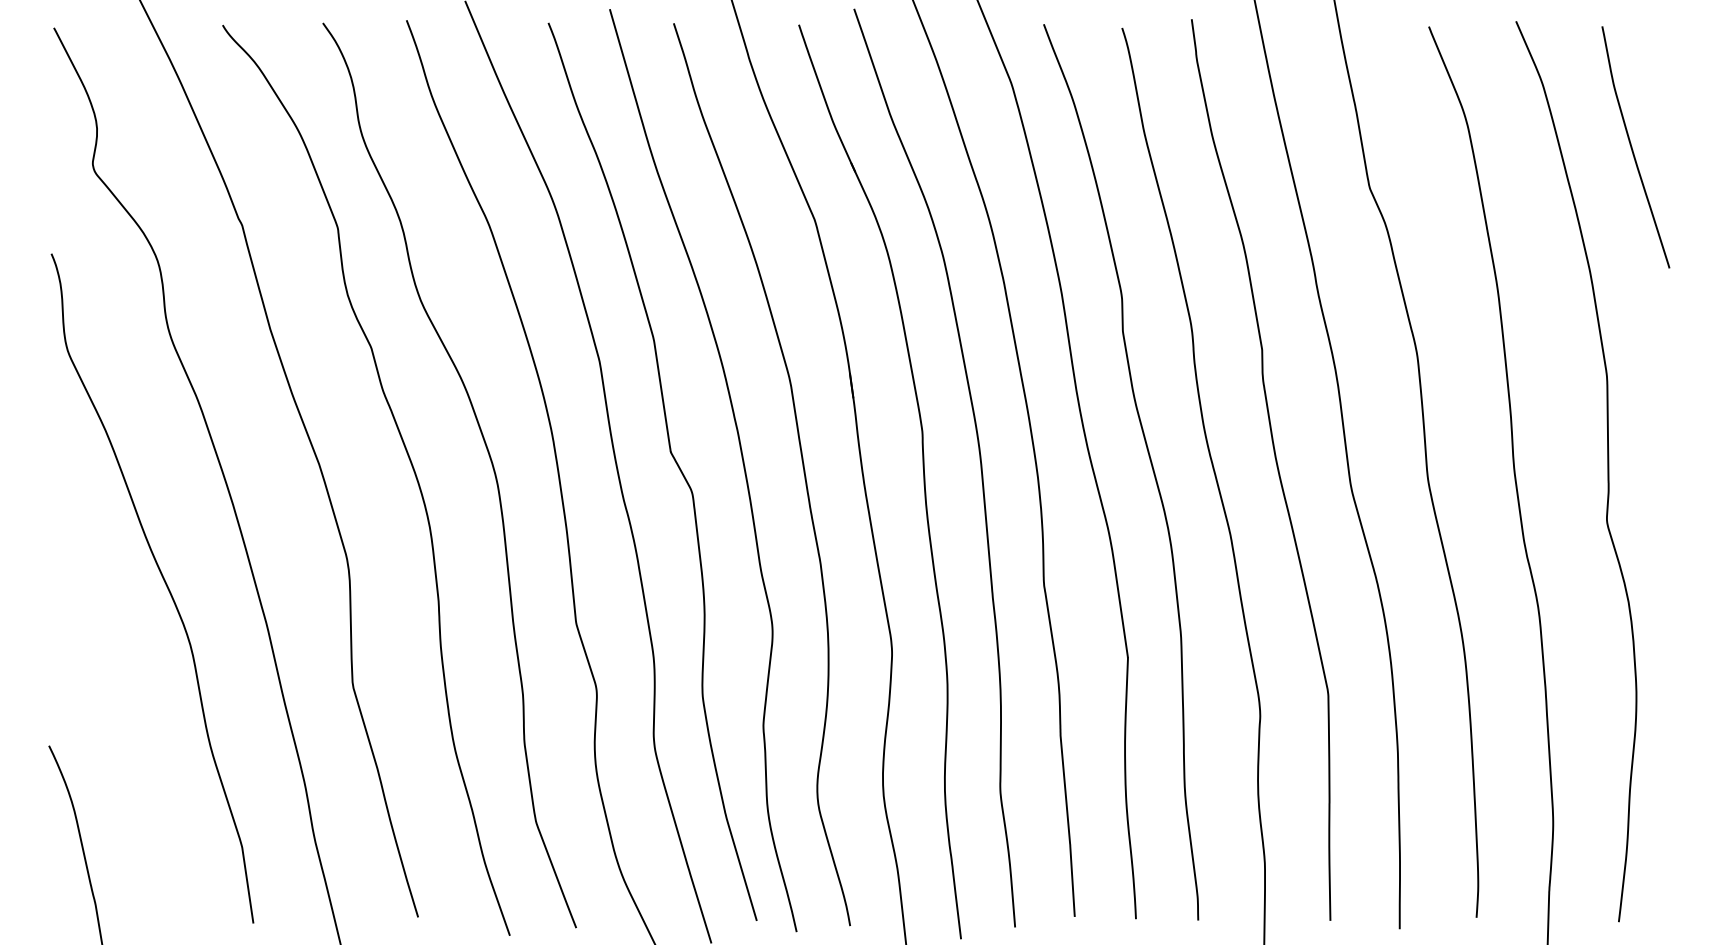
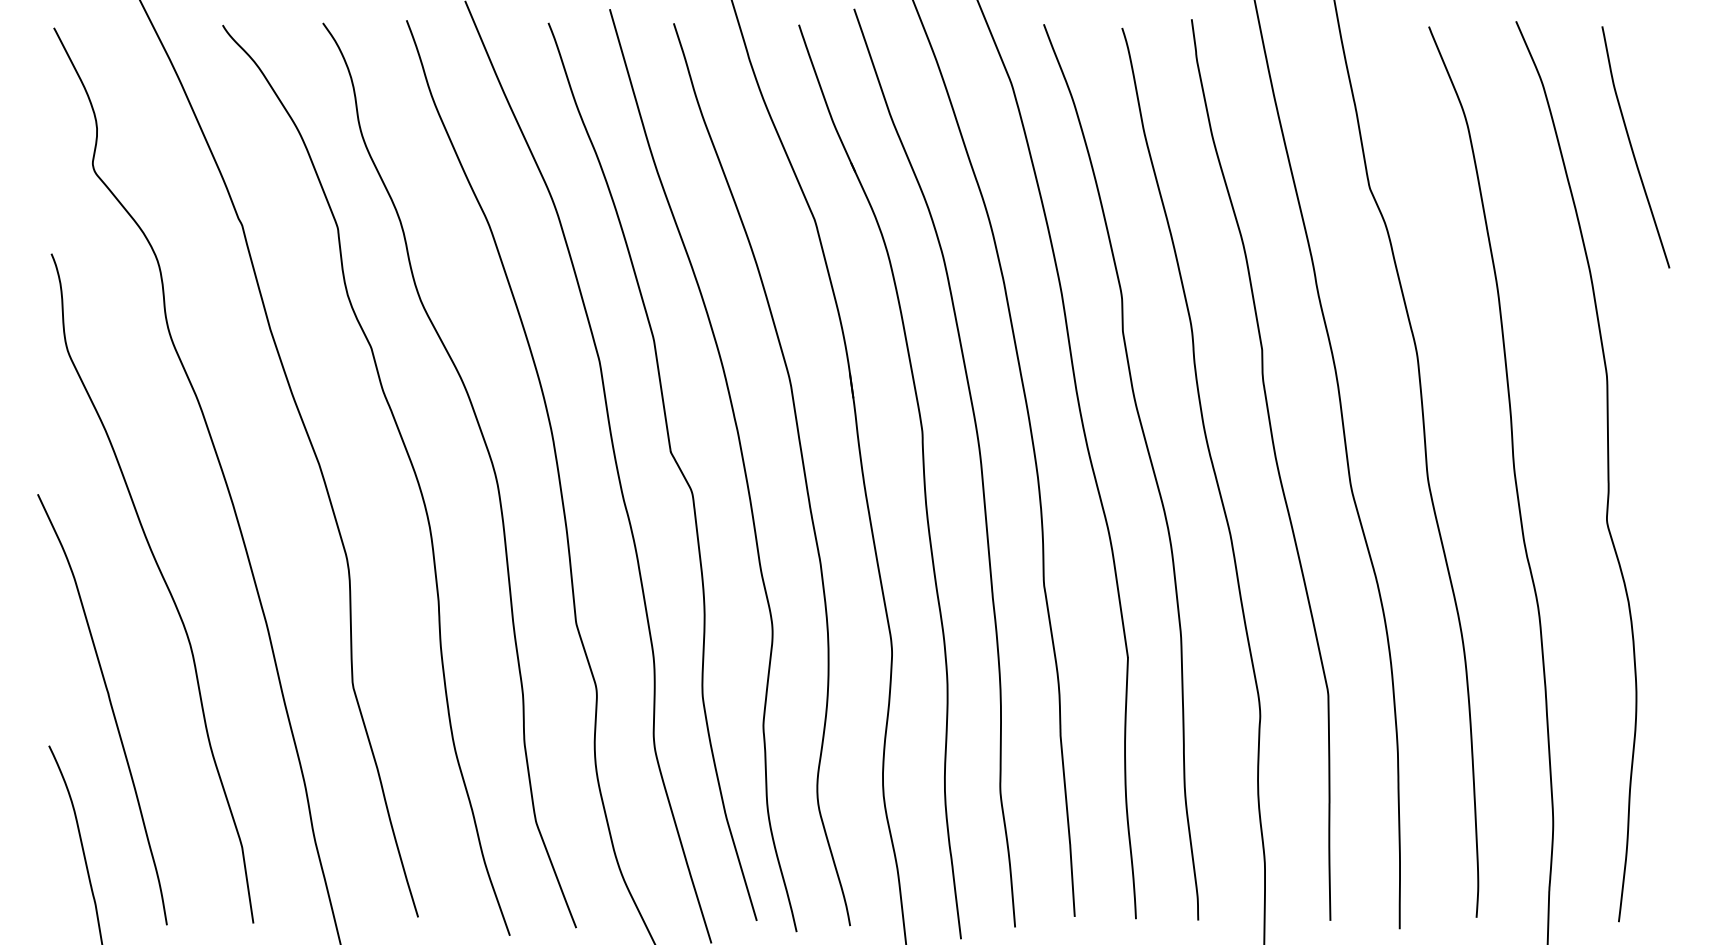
curve at (110, 706): none -> present
